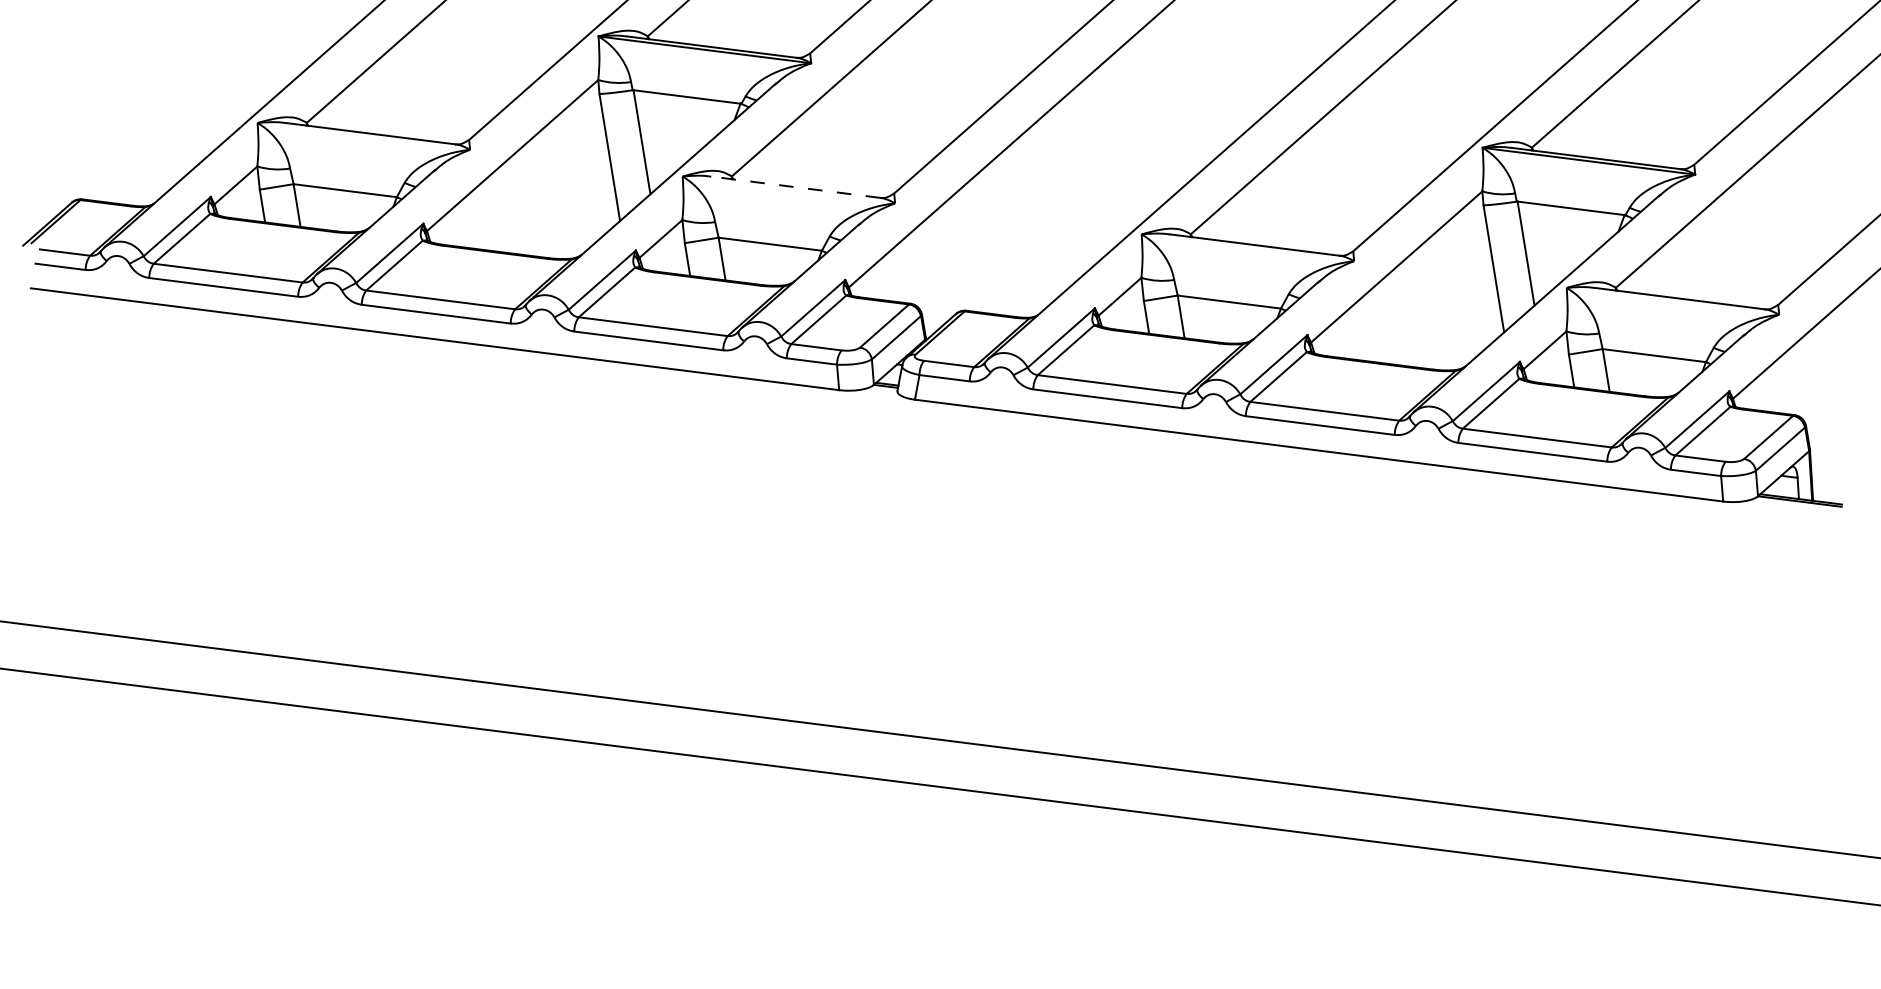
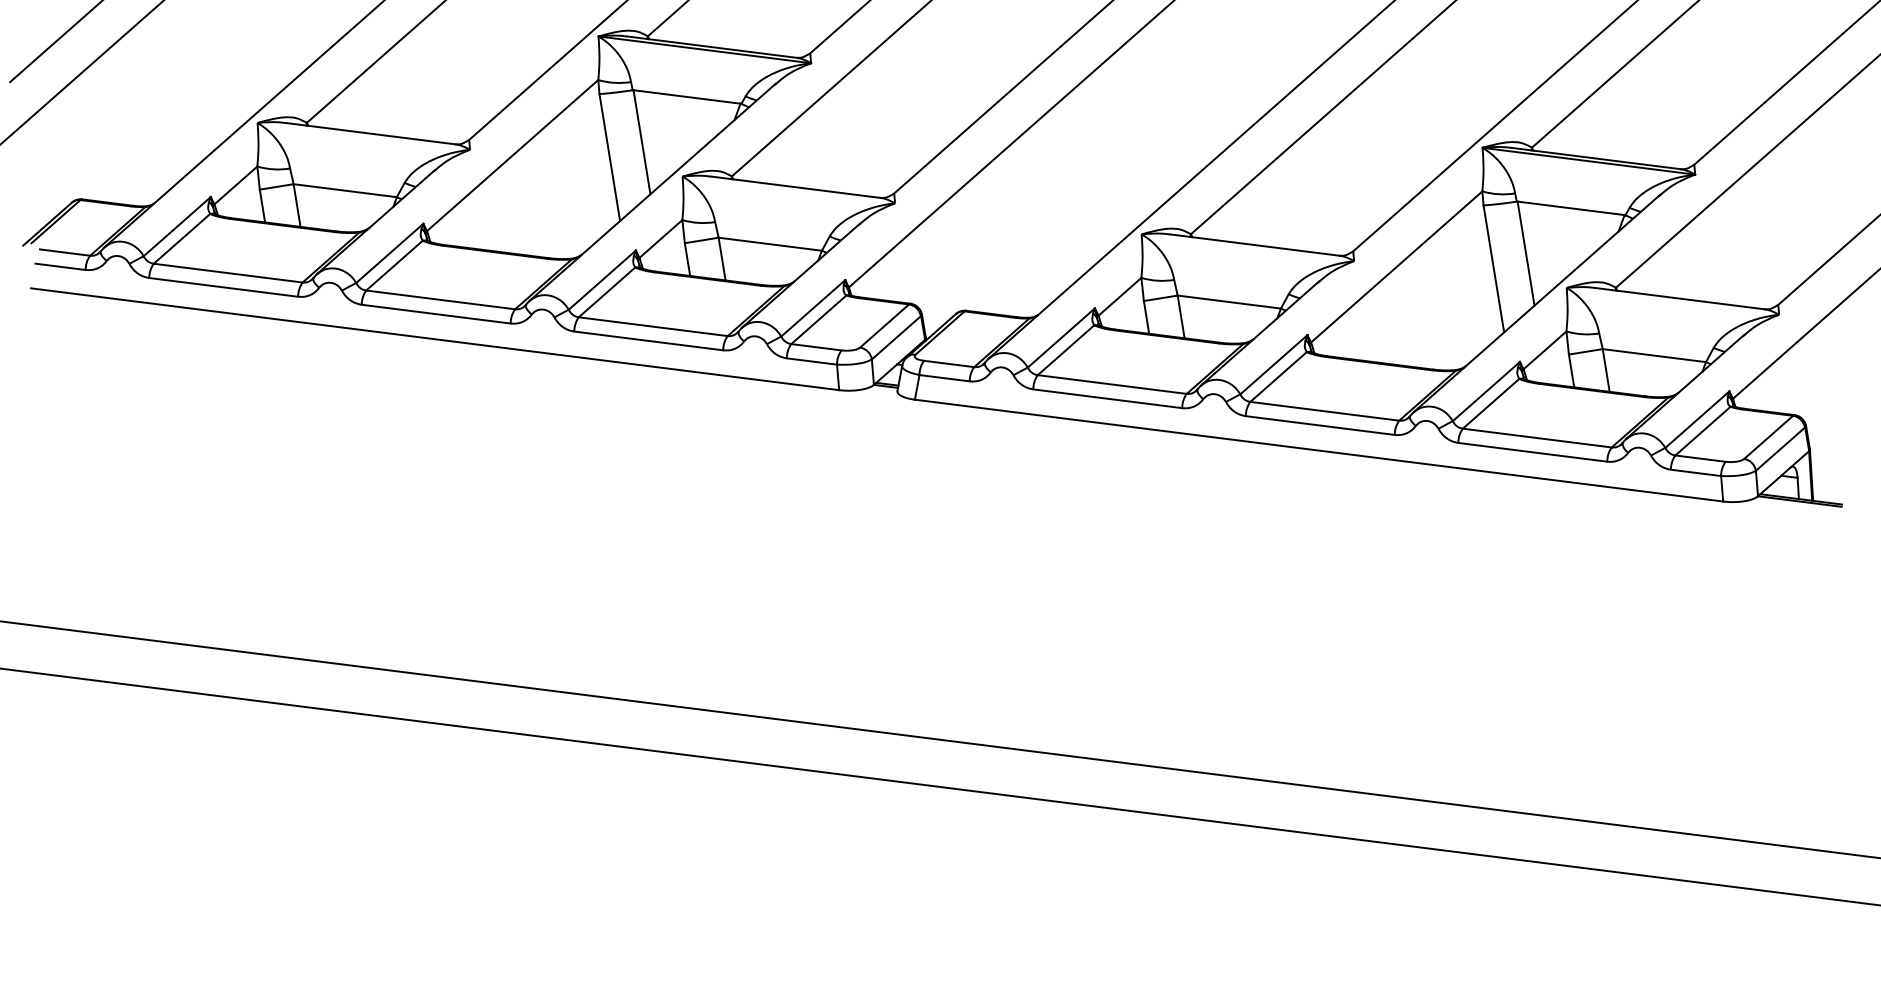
line at (55, 42): none -> present
line at (82, 72): none -> present
line at (795, 187): dashed -> solid
